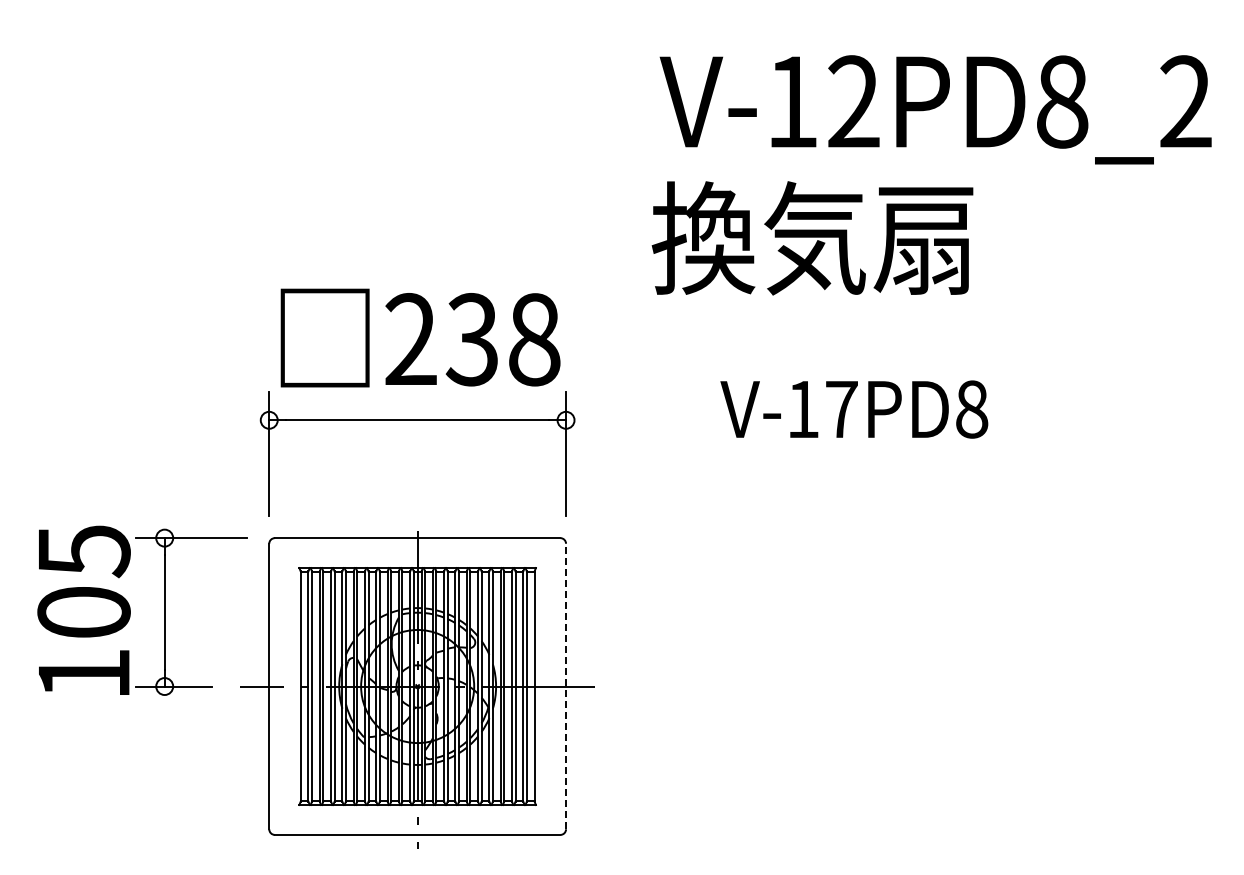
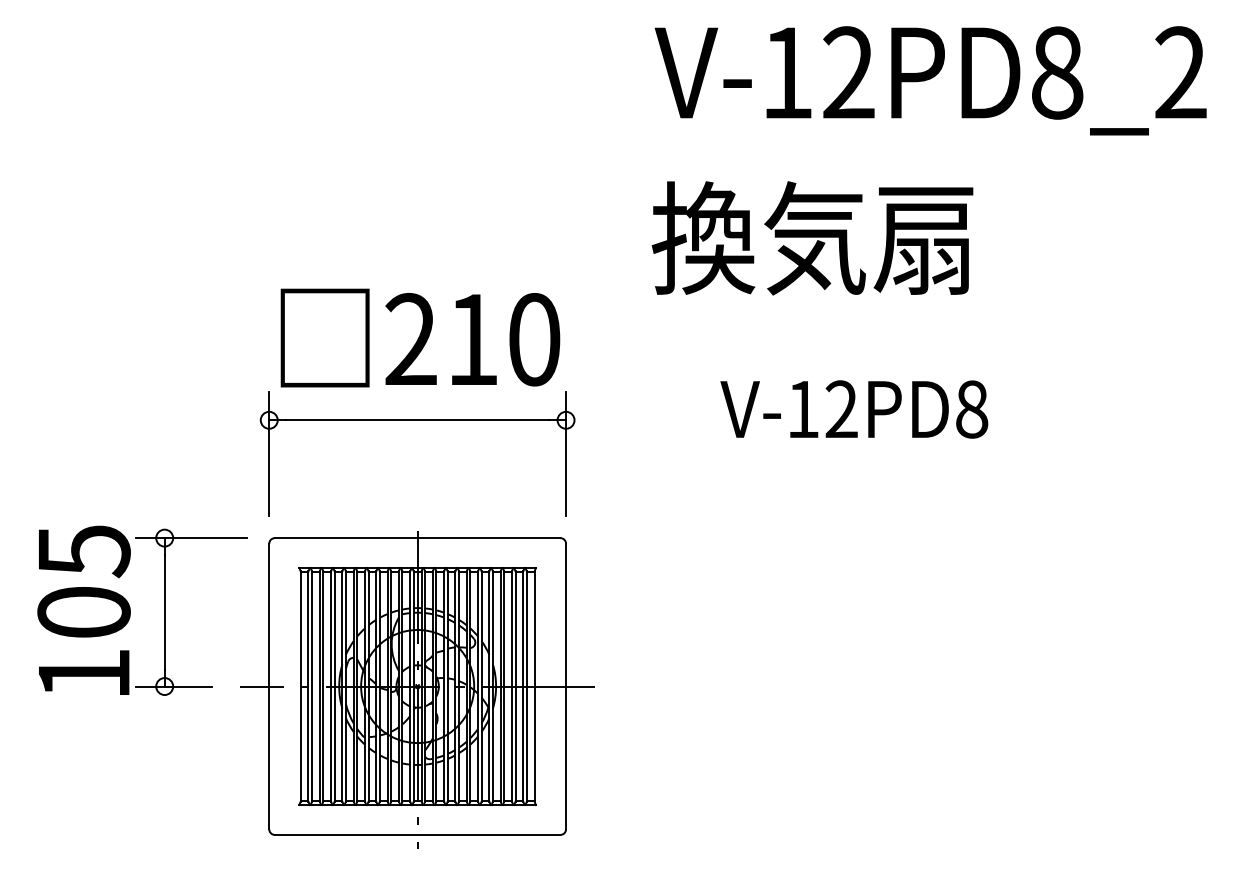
text at (935, 109) position: (935, 109) -> (930, 80)
text at (502, 339): 238 -> 210
text at (841, 408): V-17PD8 -> V-12PD8
line at (566, 686): dashed -> solid
